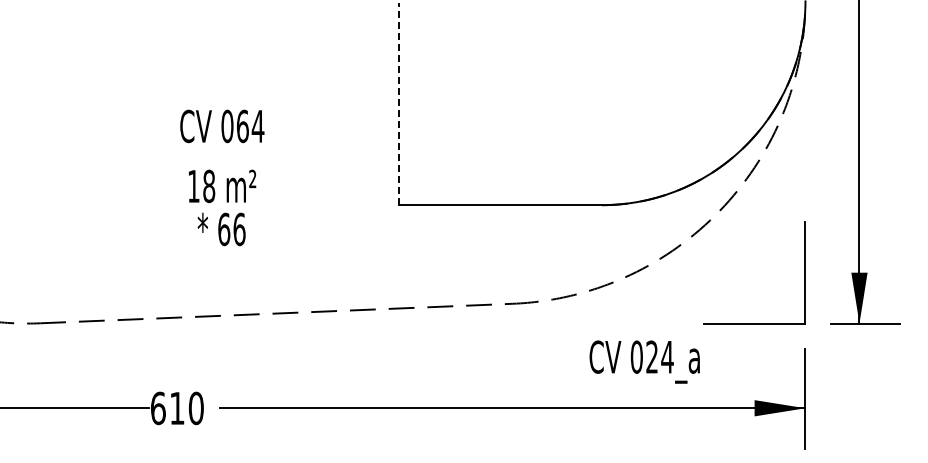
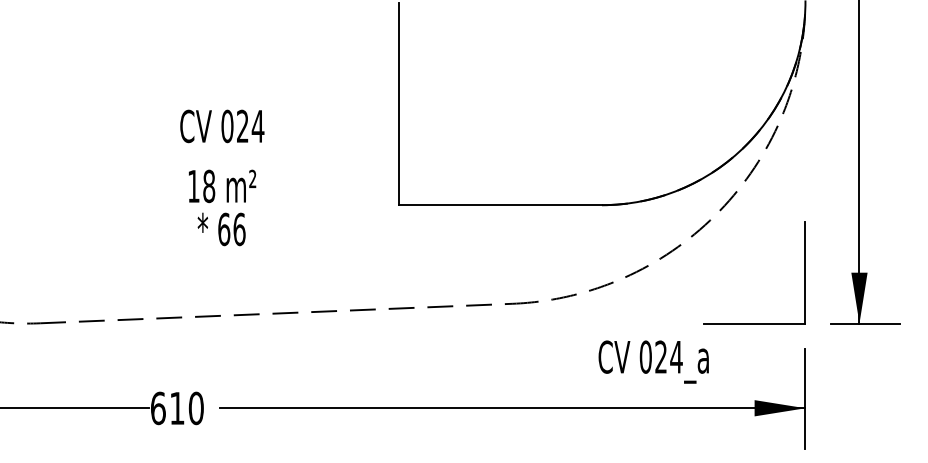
line at (398, 103): dashed -> solid
text at (242, 126): 064 -> 024
text at (644, 361) position: (644, 361) -> (653, 361)
